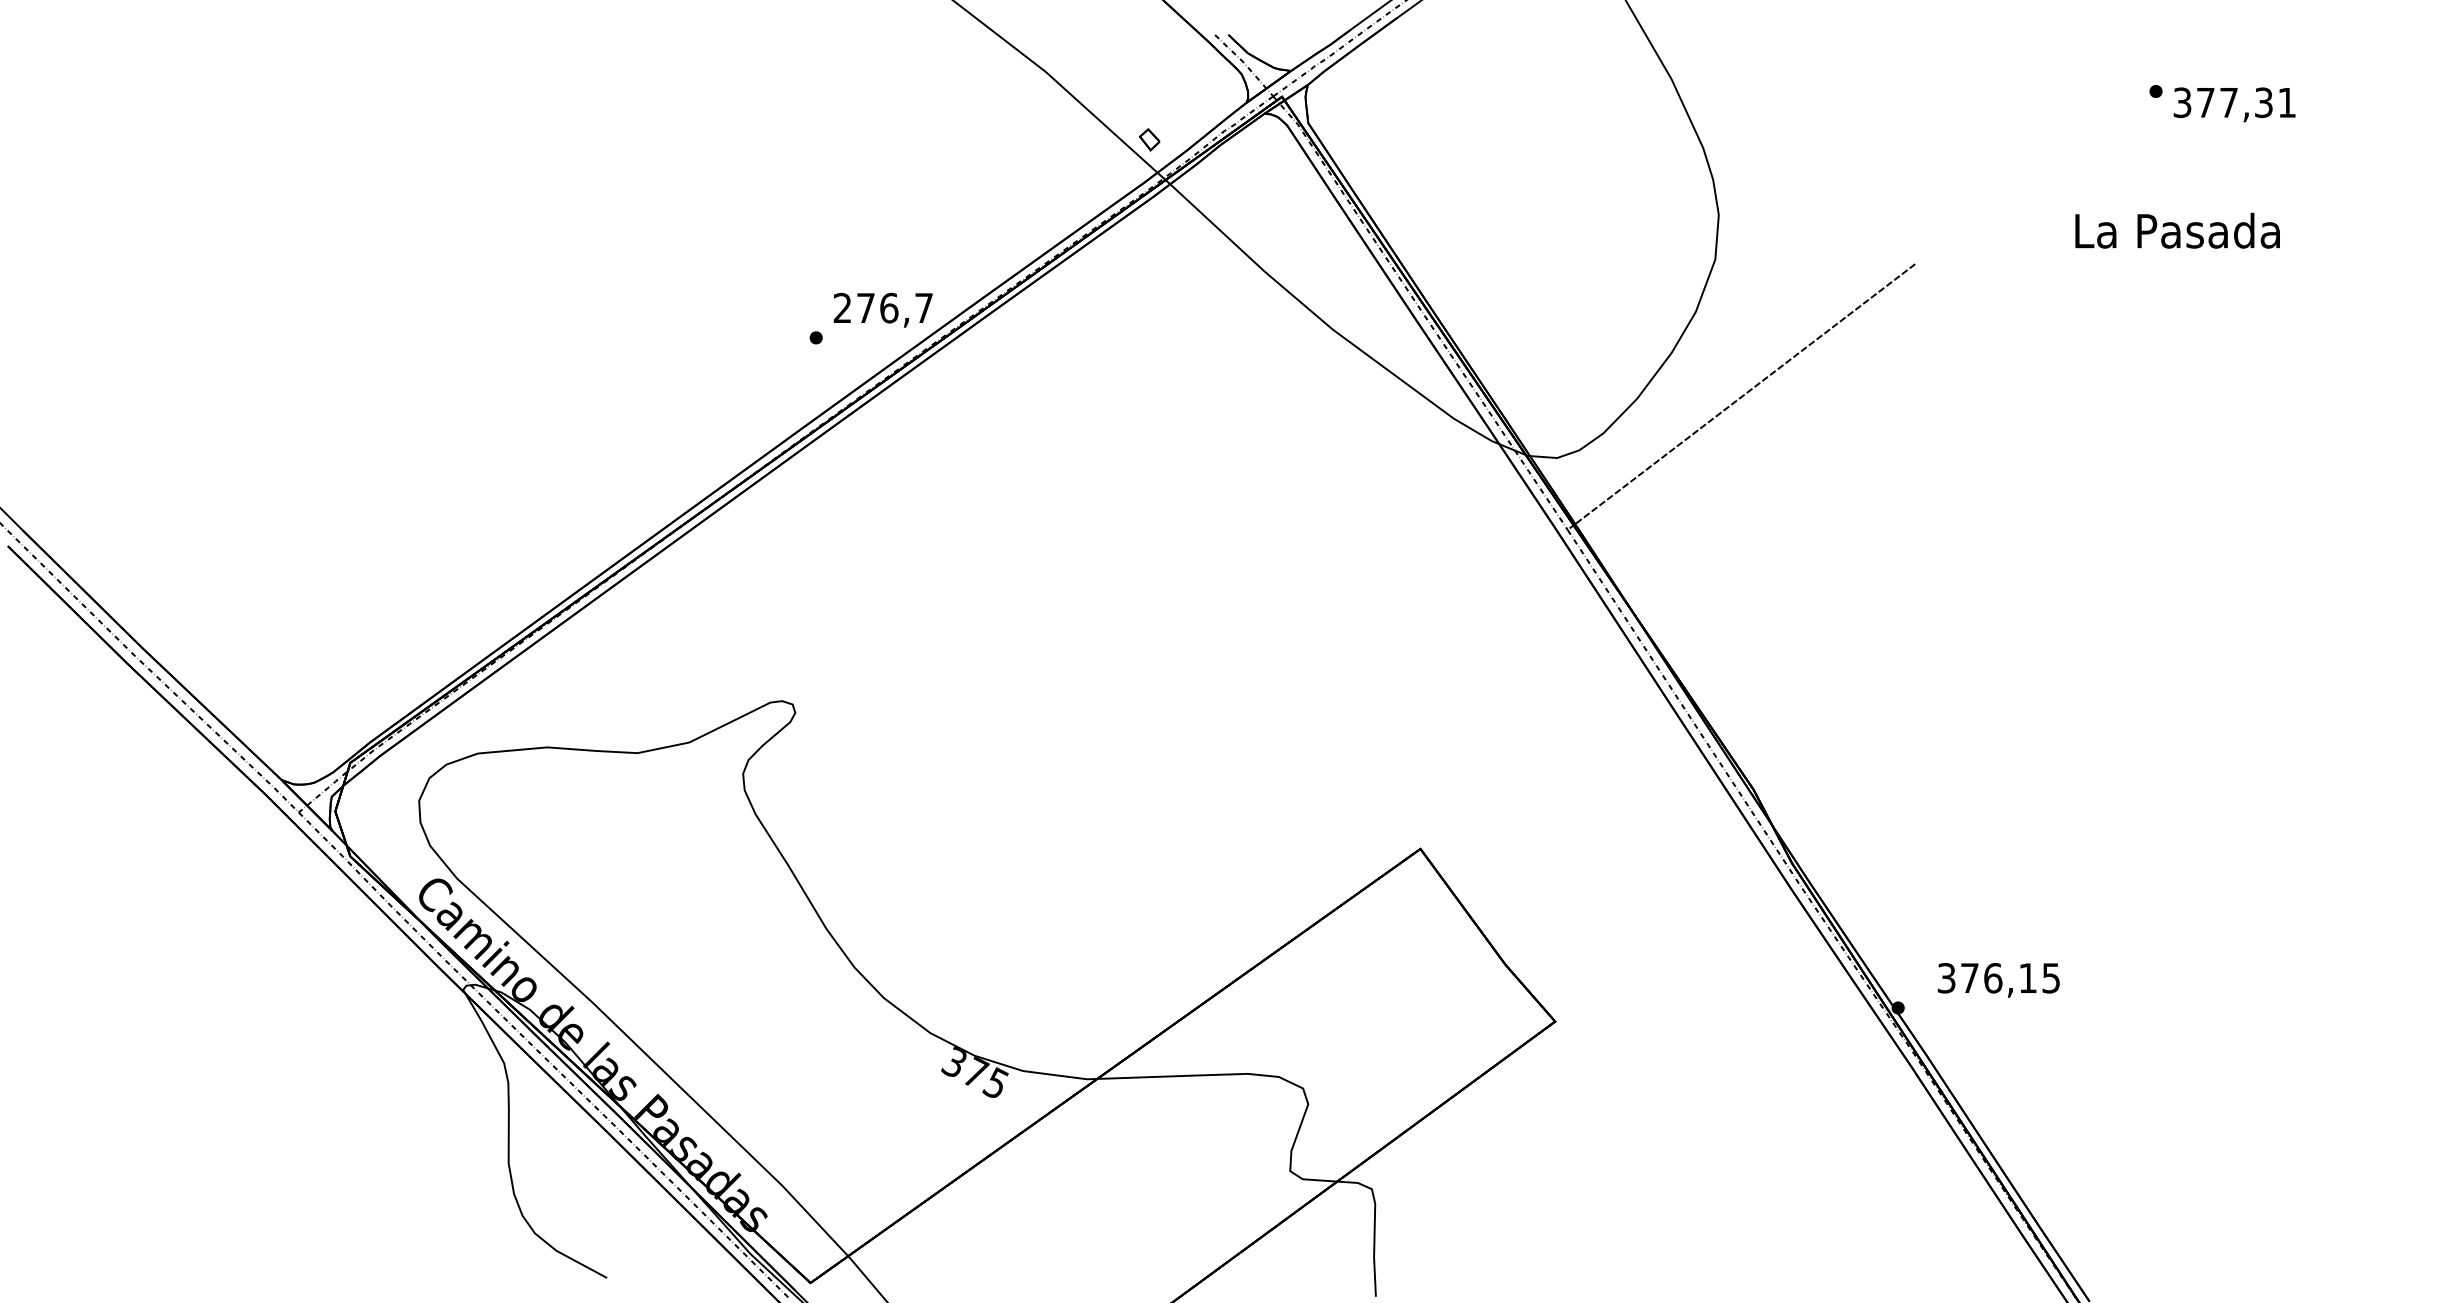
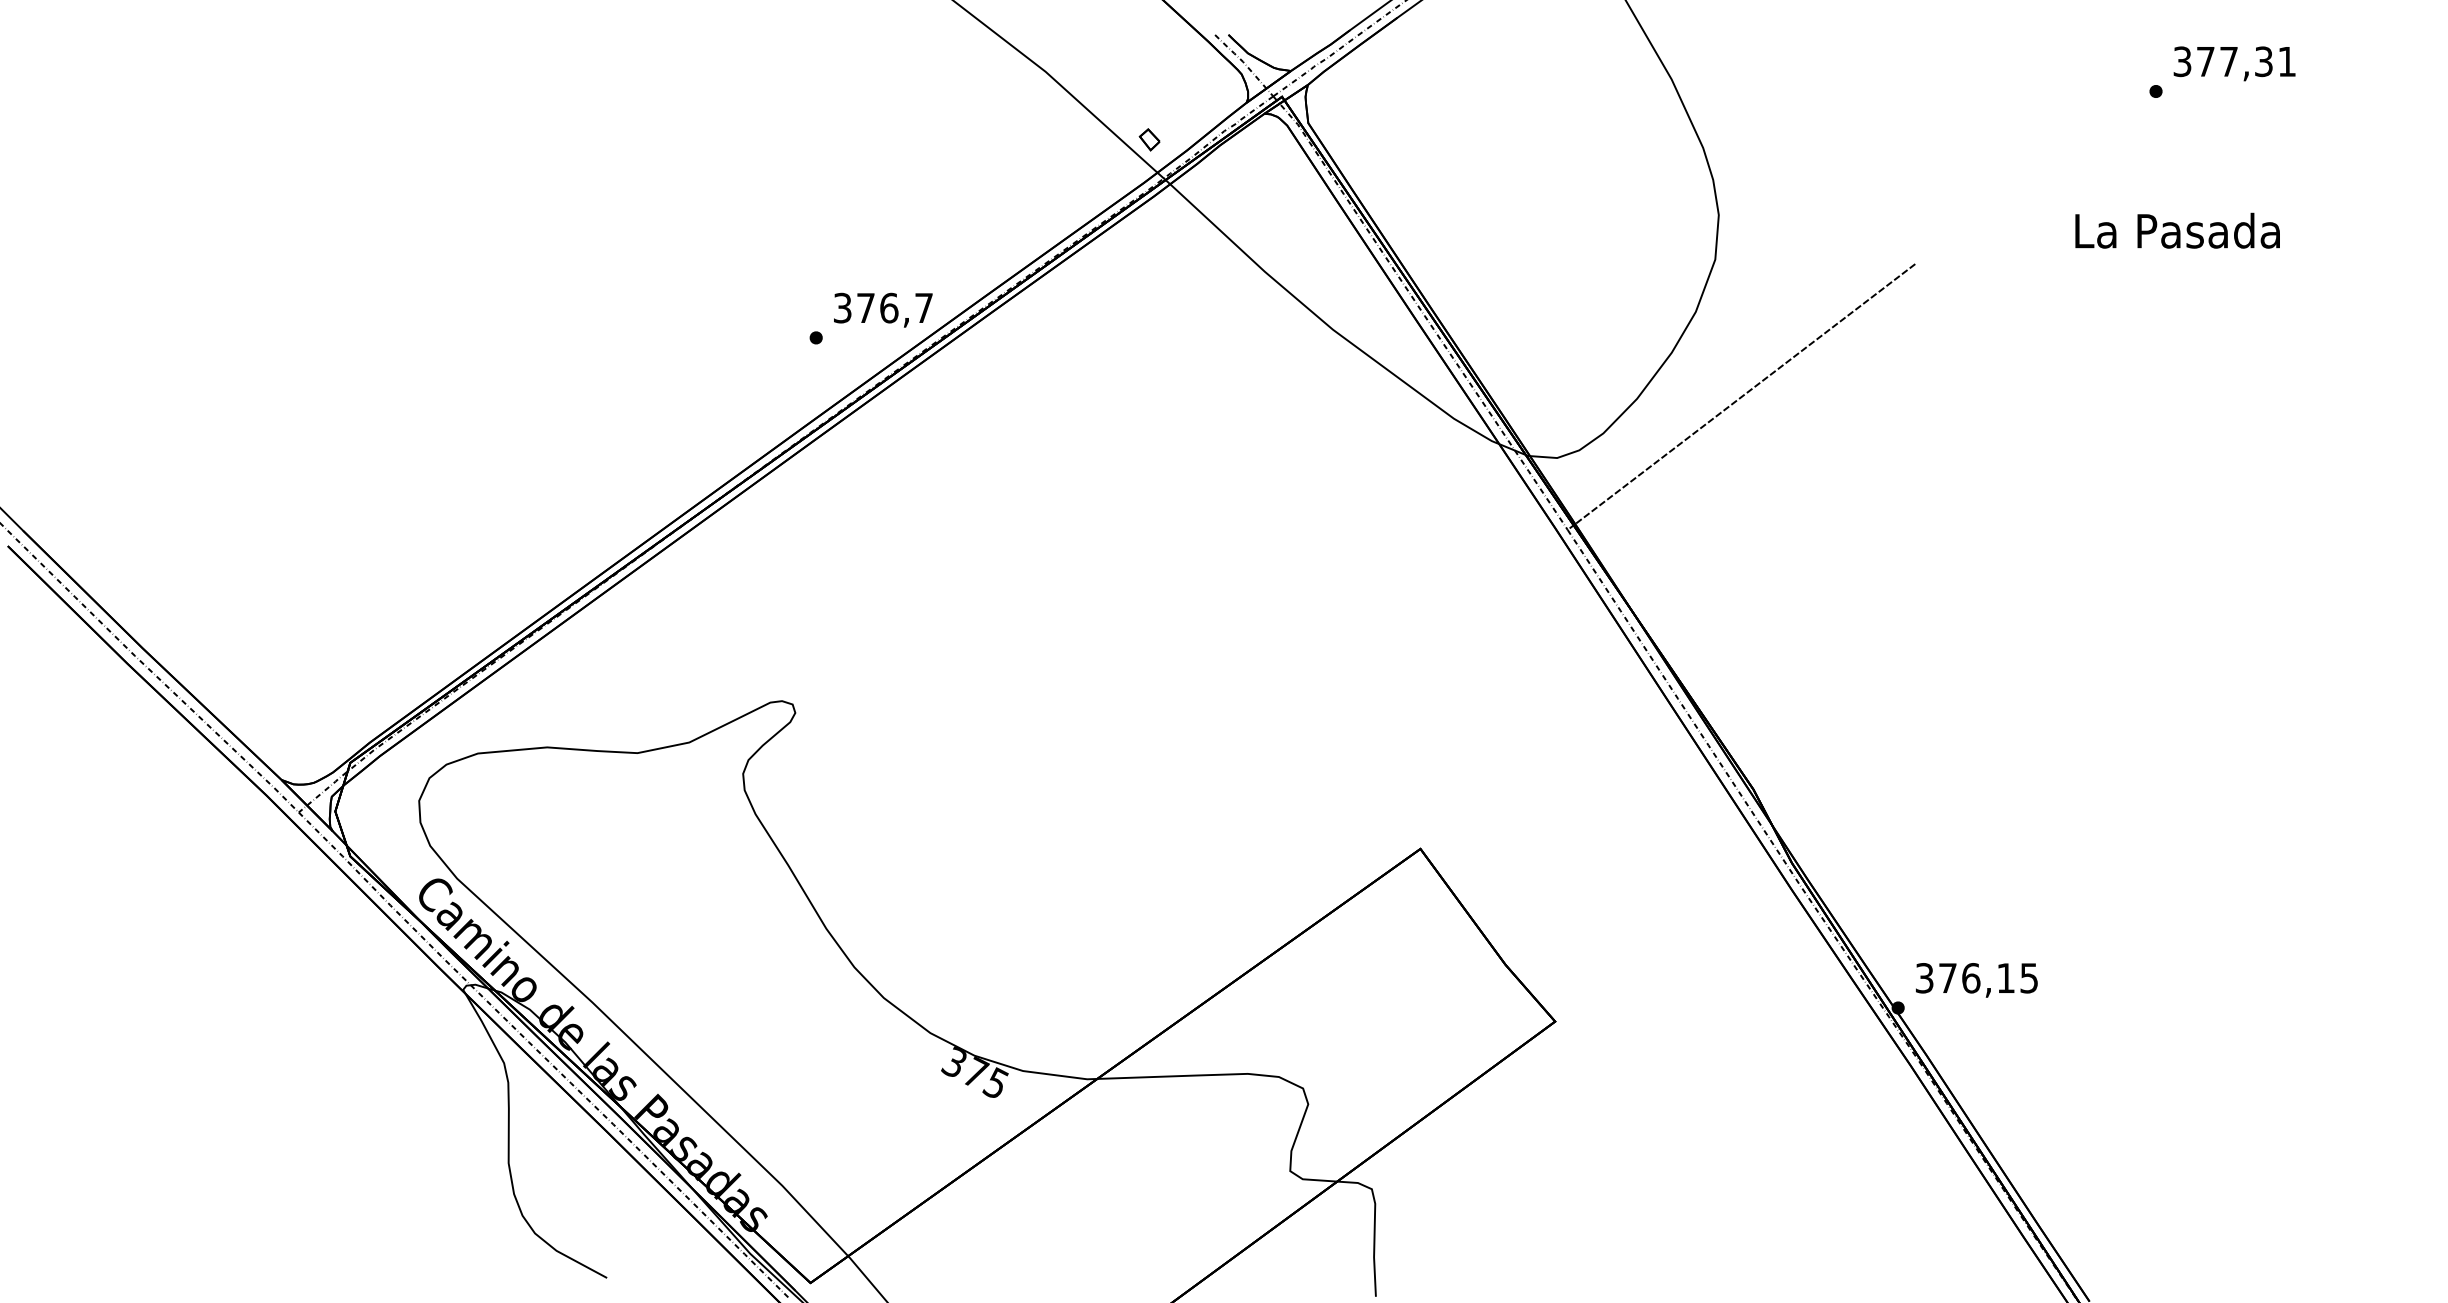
text at (2234, 104) position: (2234, 104) -> (2234, 63)
text at (842, 308): 276,7 -> 376,7
text at (1998, 980) position: (1998, 980) -> (1976, 980)
